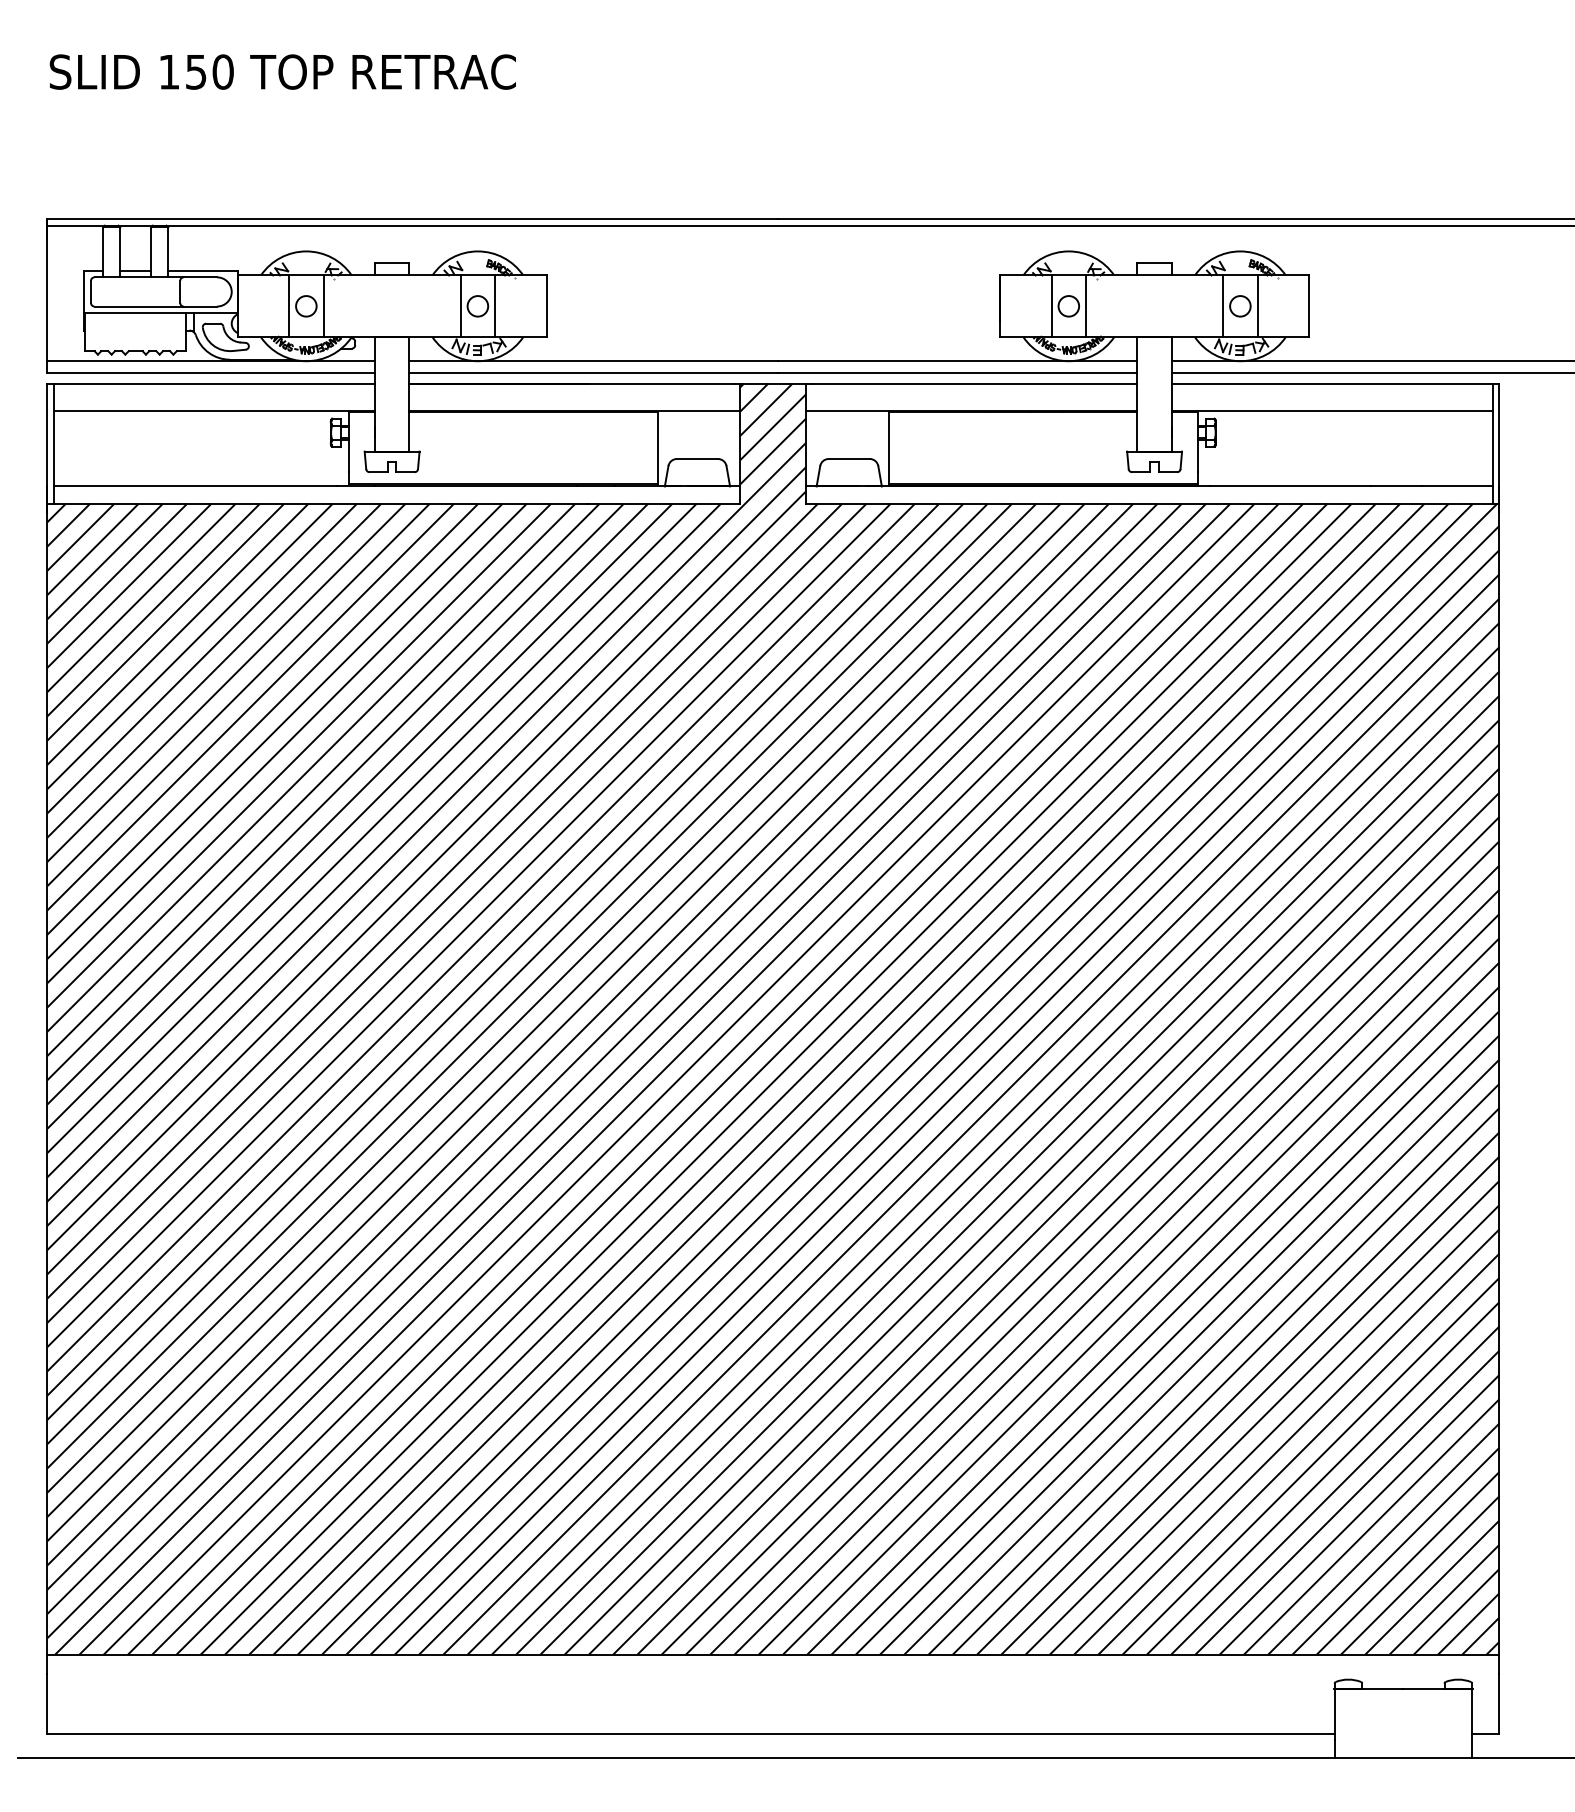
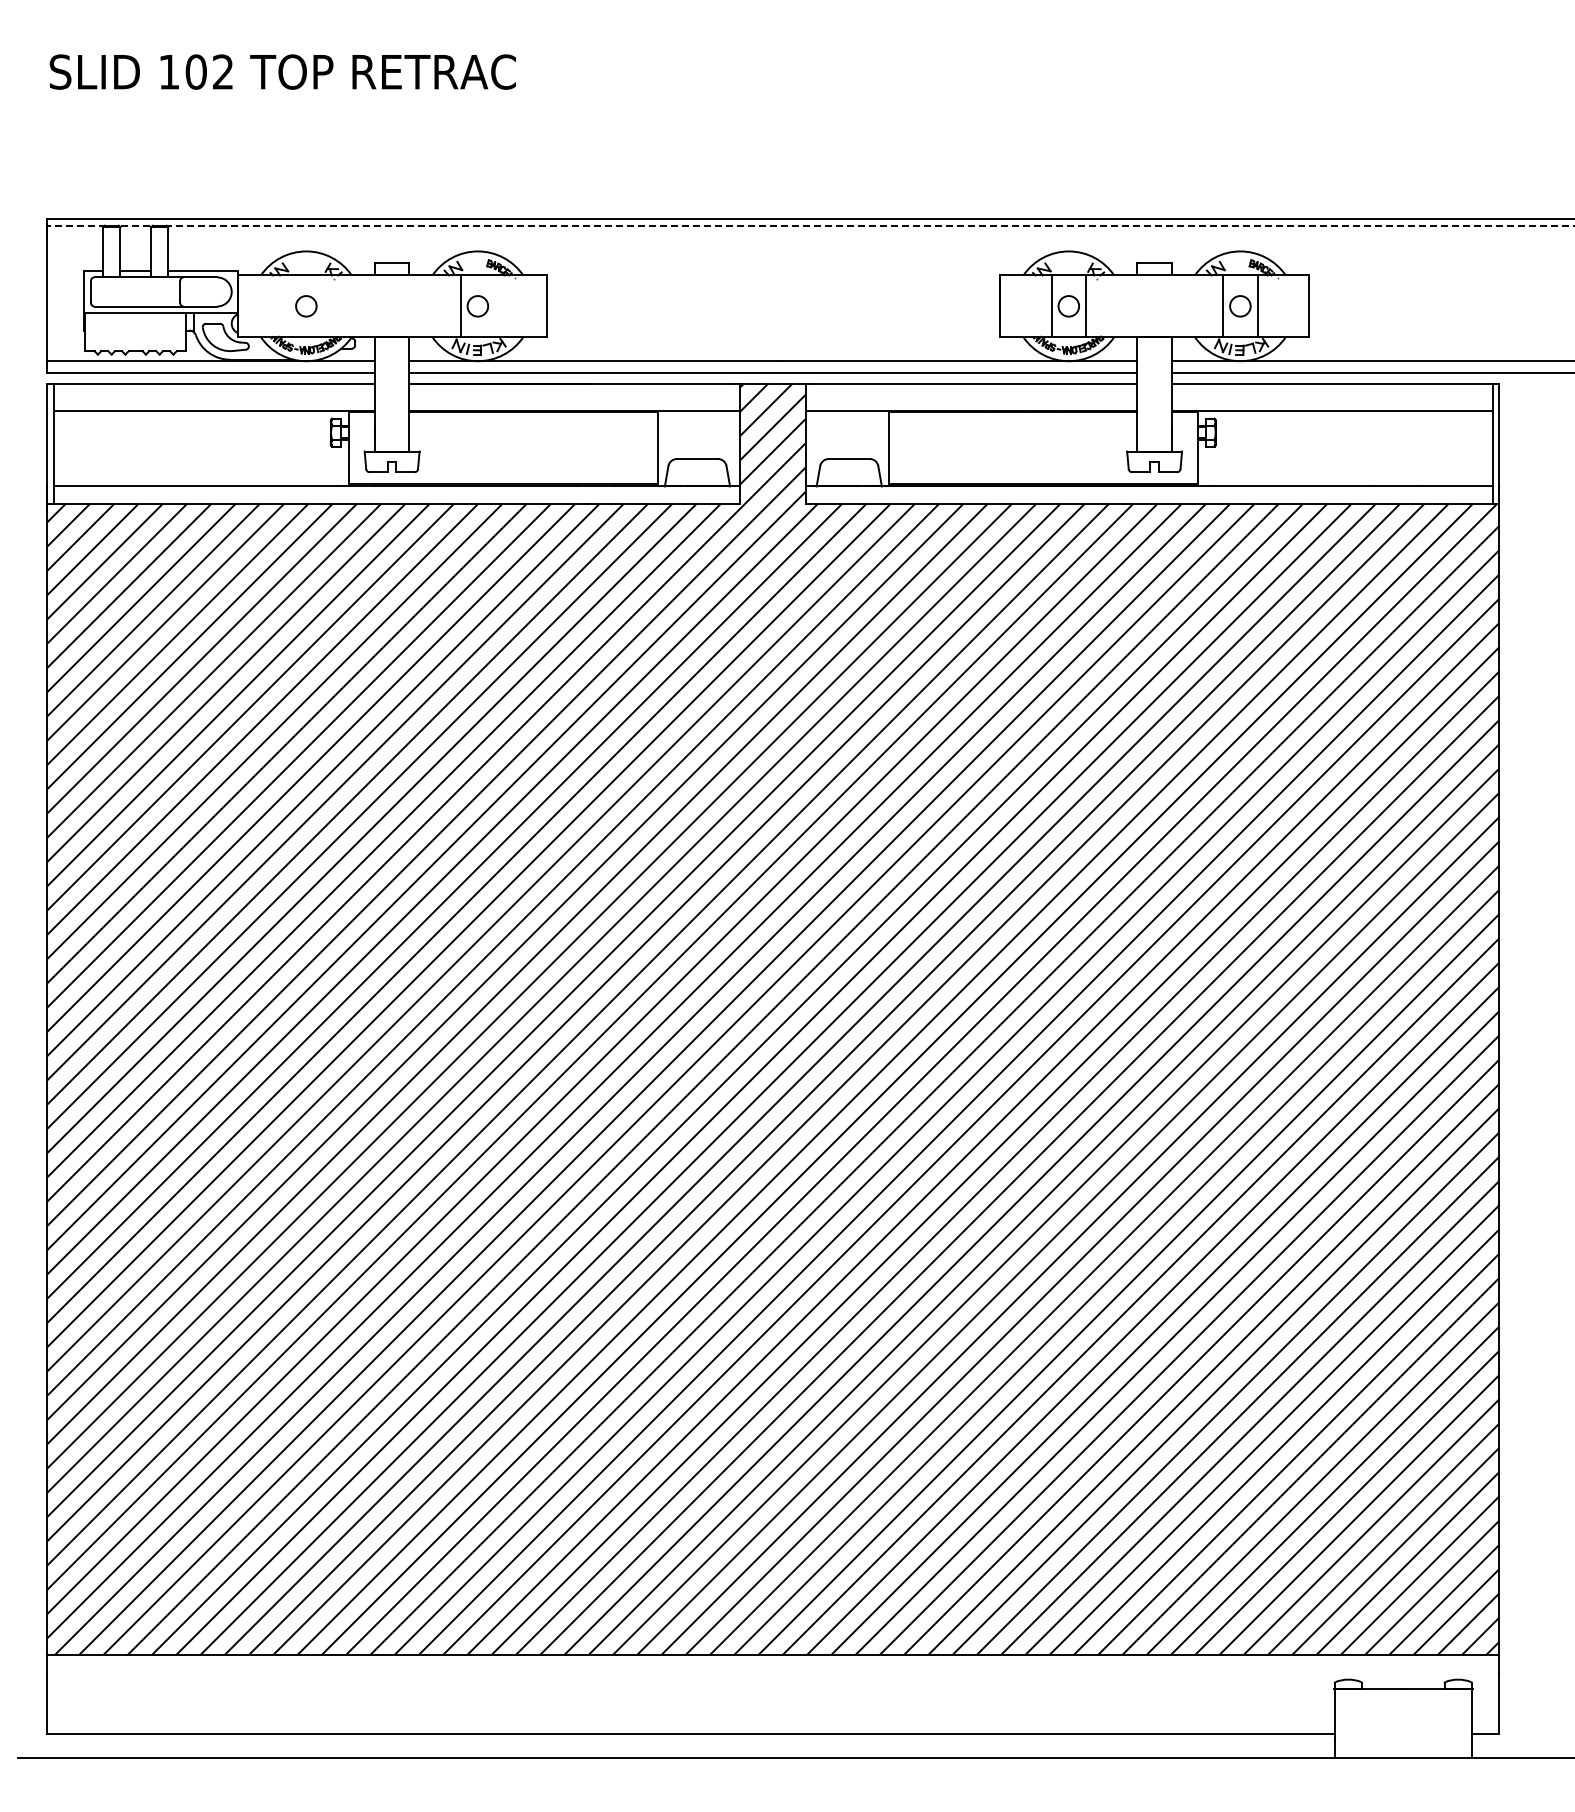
text at (209, 71): 150 -> 102
line at (811, 225): solid -> dashed
line at (289, 306): present -> none
line at (323, 306): present -> none
line at (495, 306): present -> none
